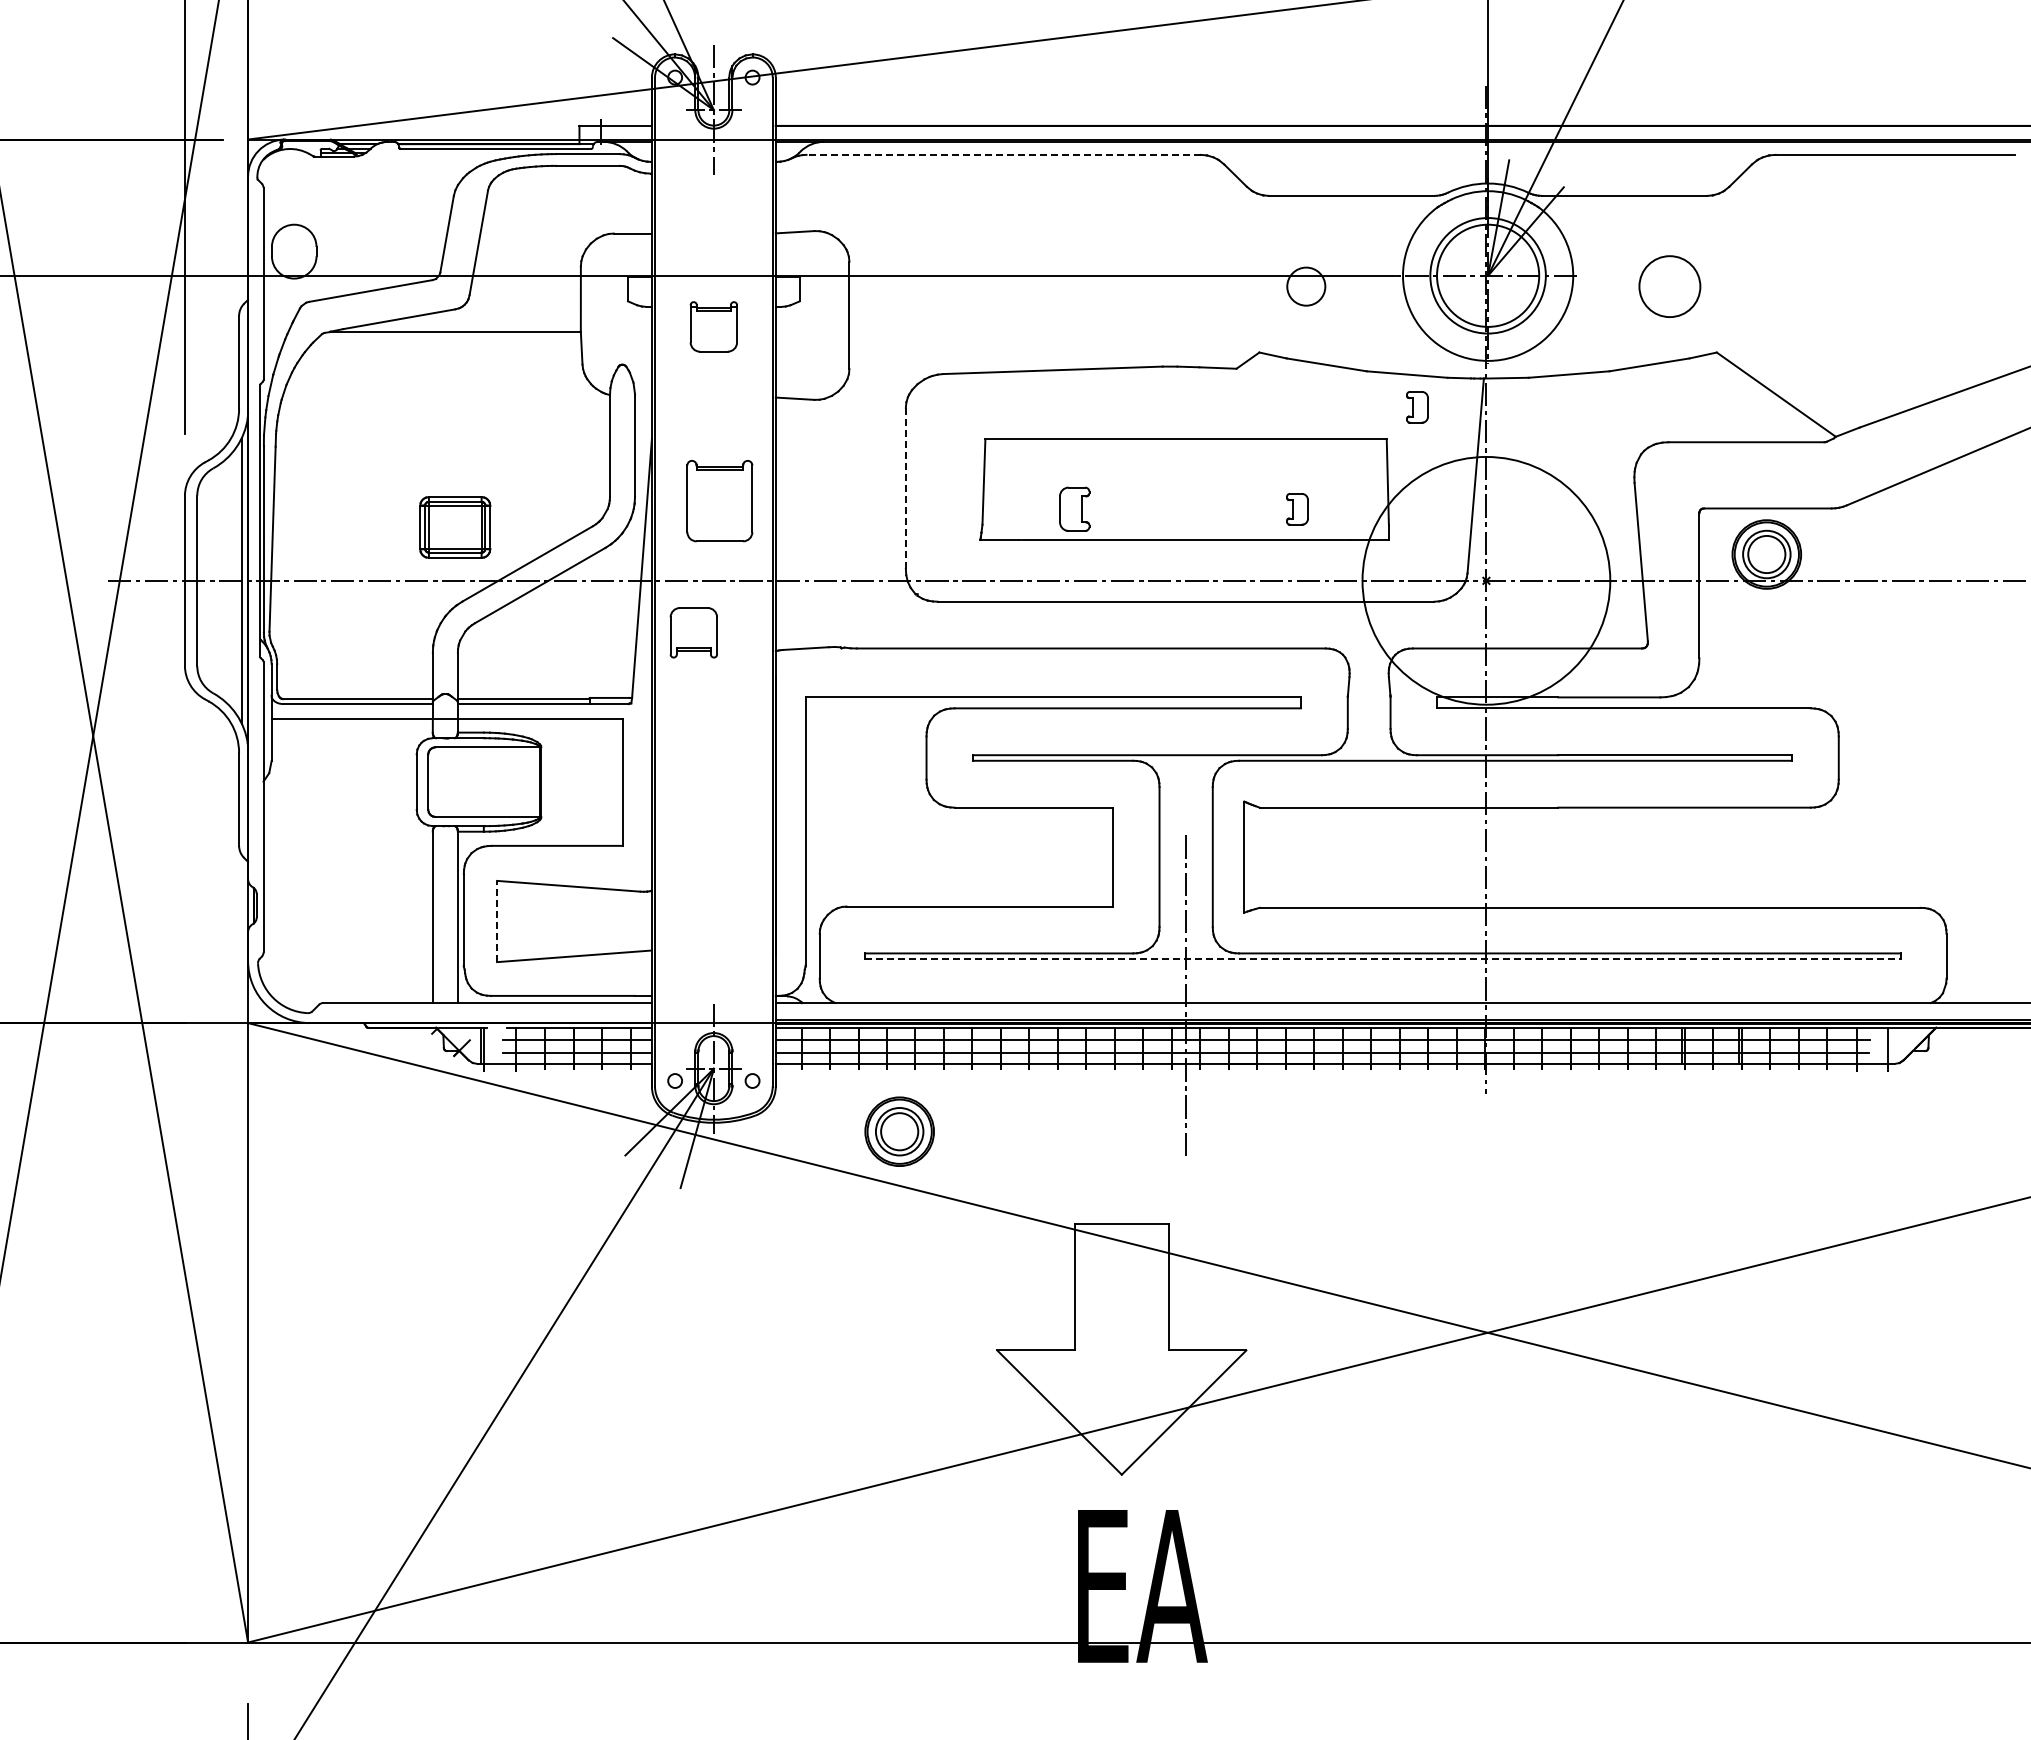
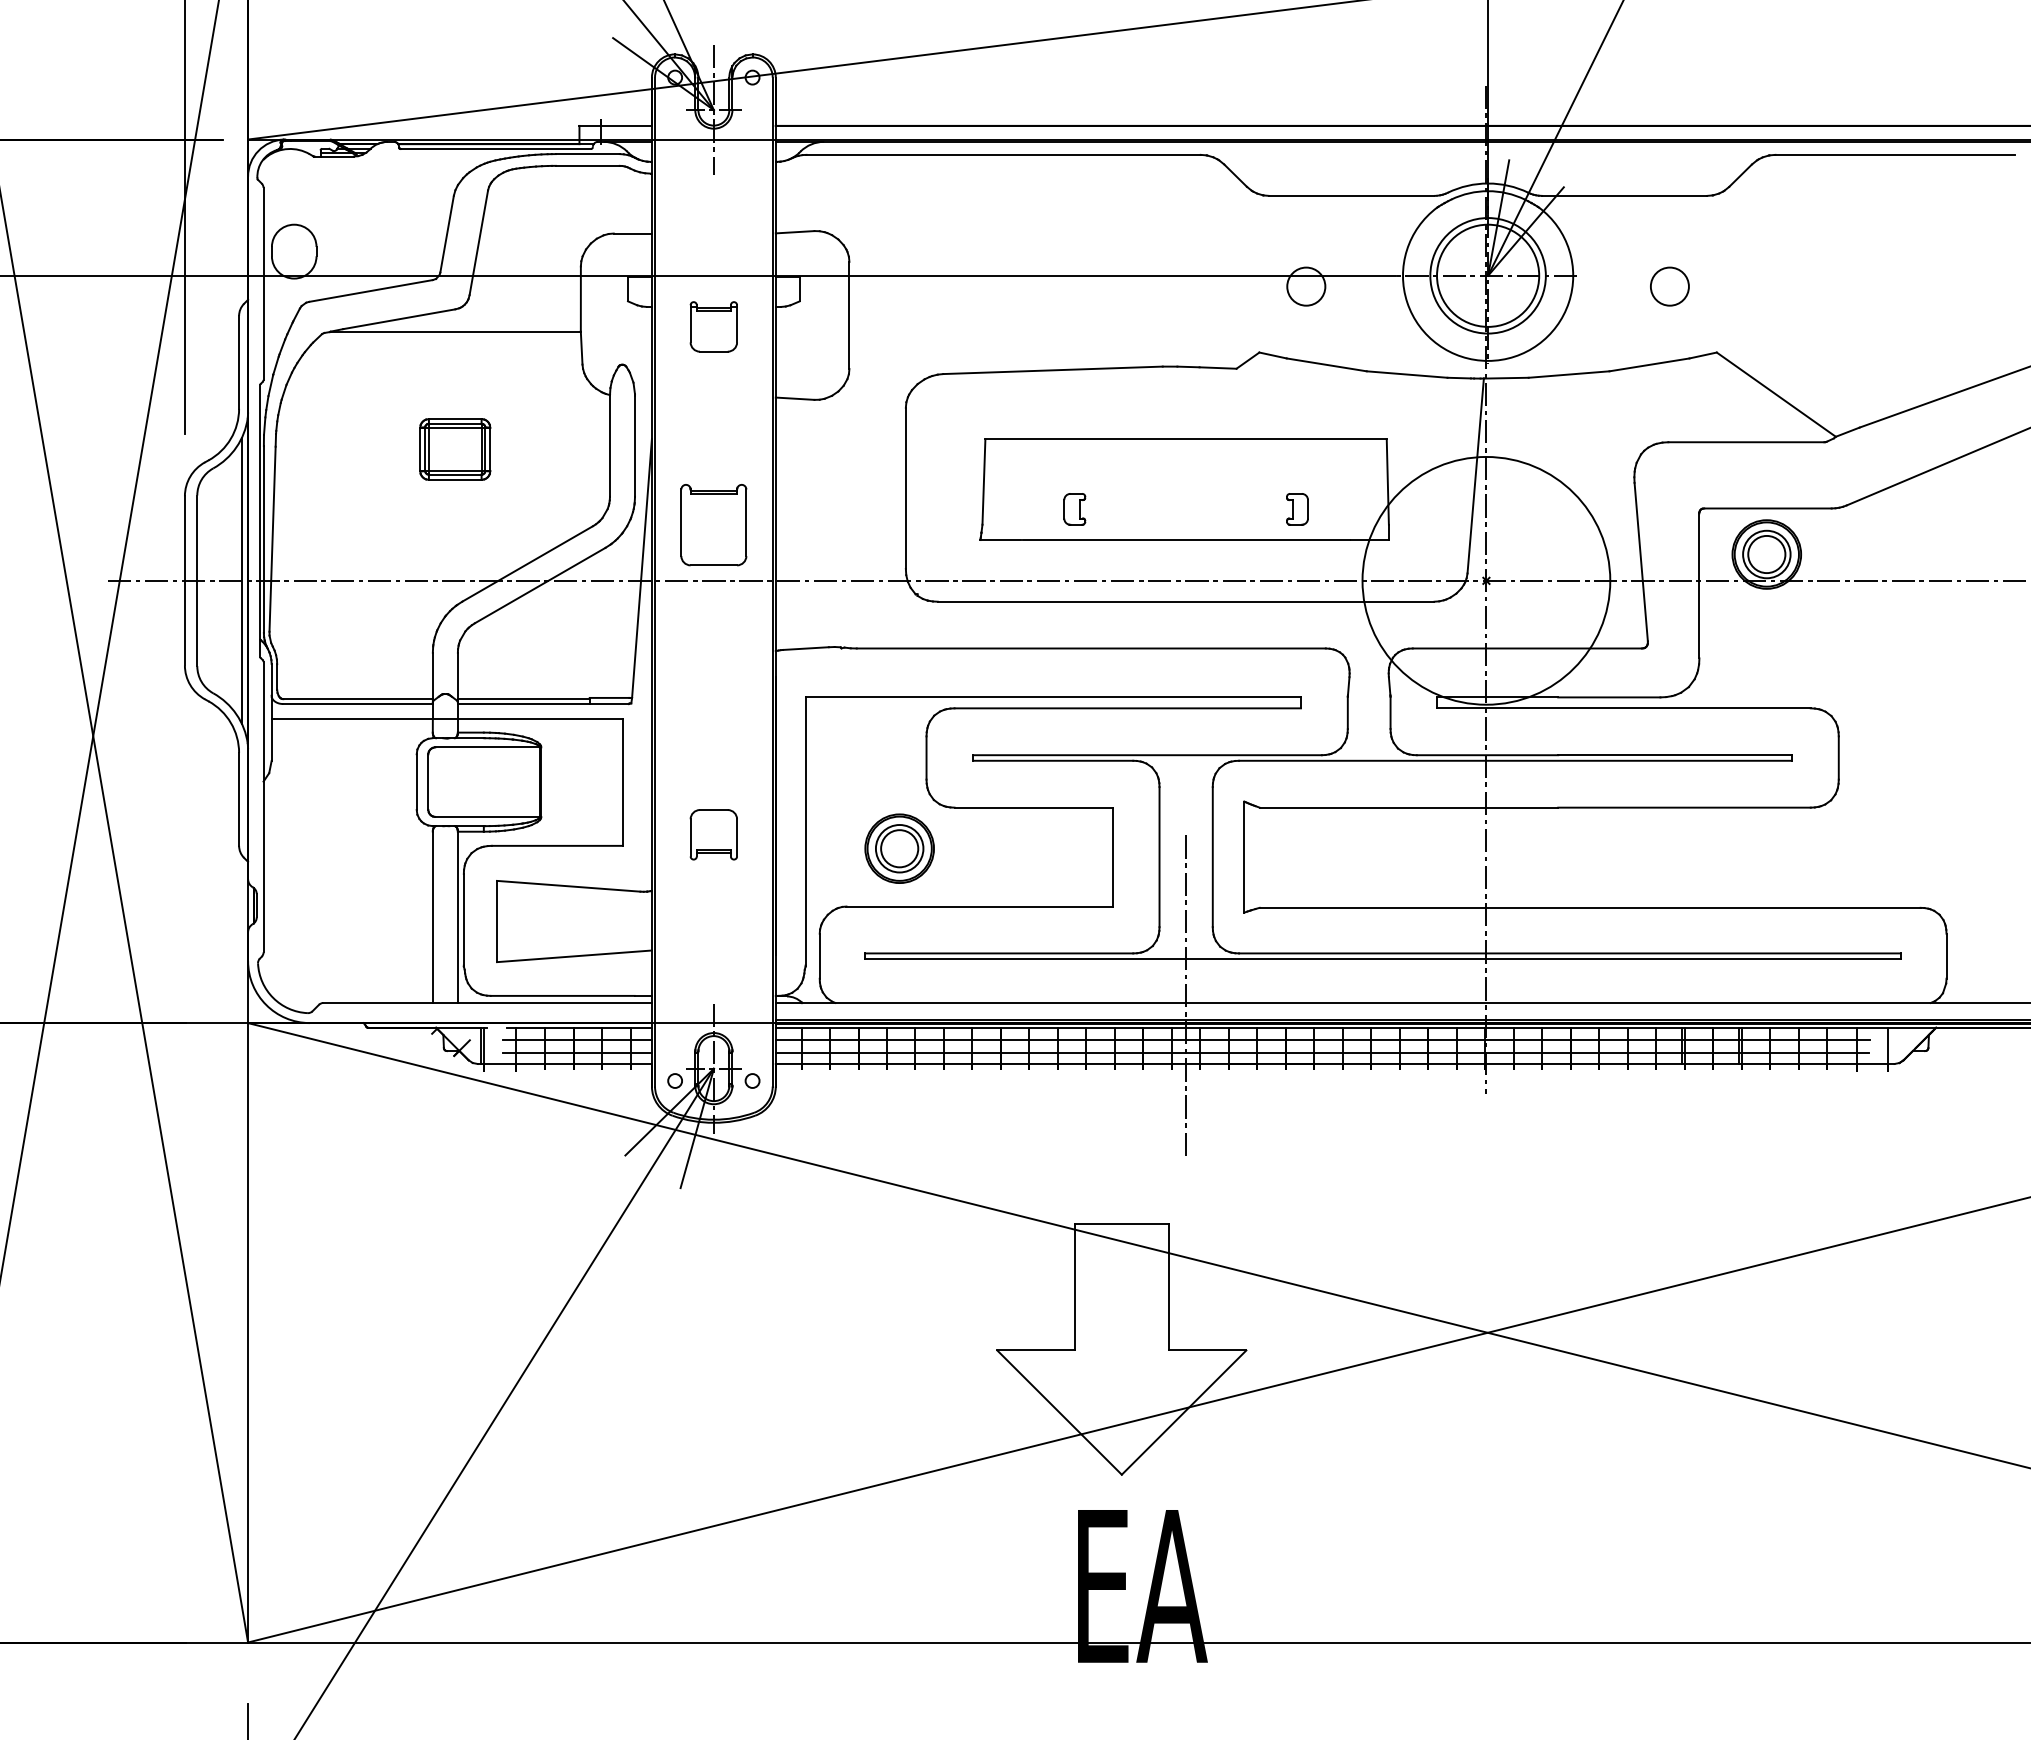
line at (1003, 154): dashed -> solid
circle at (1669, 286) diameter: 61 px -> 38 px
part at (1417, 407): present -> none
line at (905, 488): dashed -> solid
part at (719, 501) position: (719, 501) -> (713, 525)
part at (1074, 508) size: 32x46 px -> 24x33 px
part at (455, 527) position: (455, 527) -> (455, 449)
part at (693, 632) position: (693, 632) -> (713, 834)
line at (497, 921): dashed -> solid
line at (1383, 959): dashed -> solid
part at (899, 1131) position: (899, 1131) -> (899, 848)
